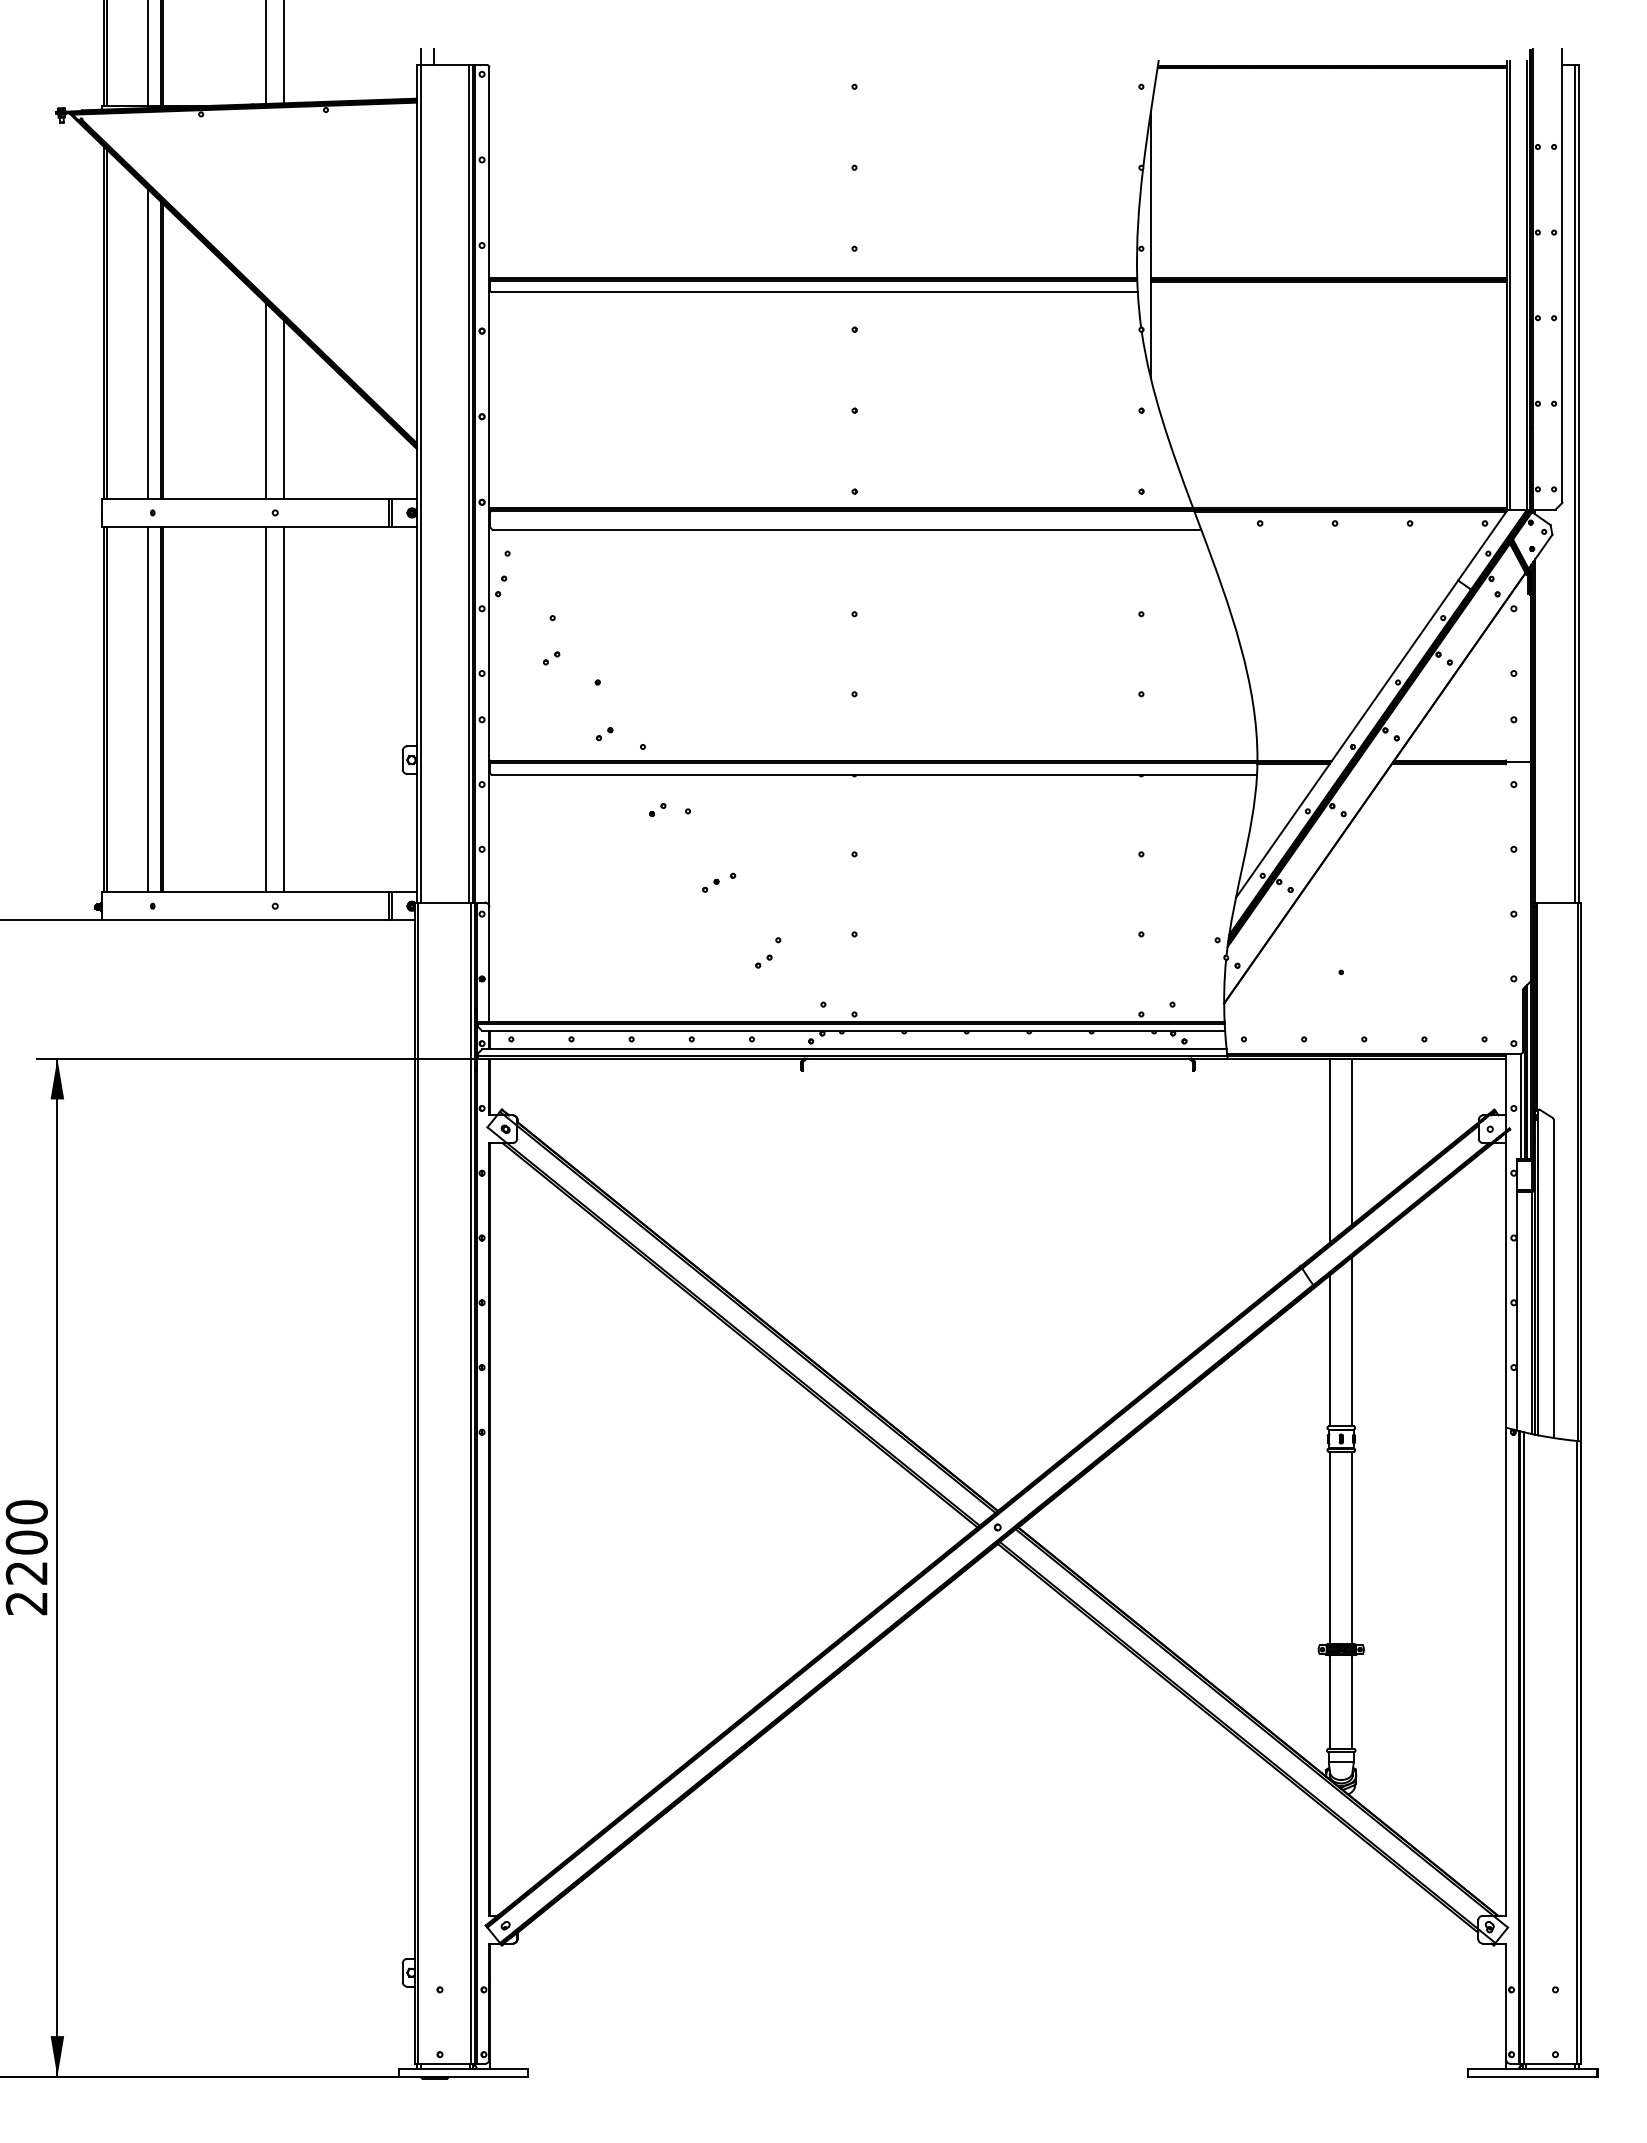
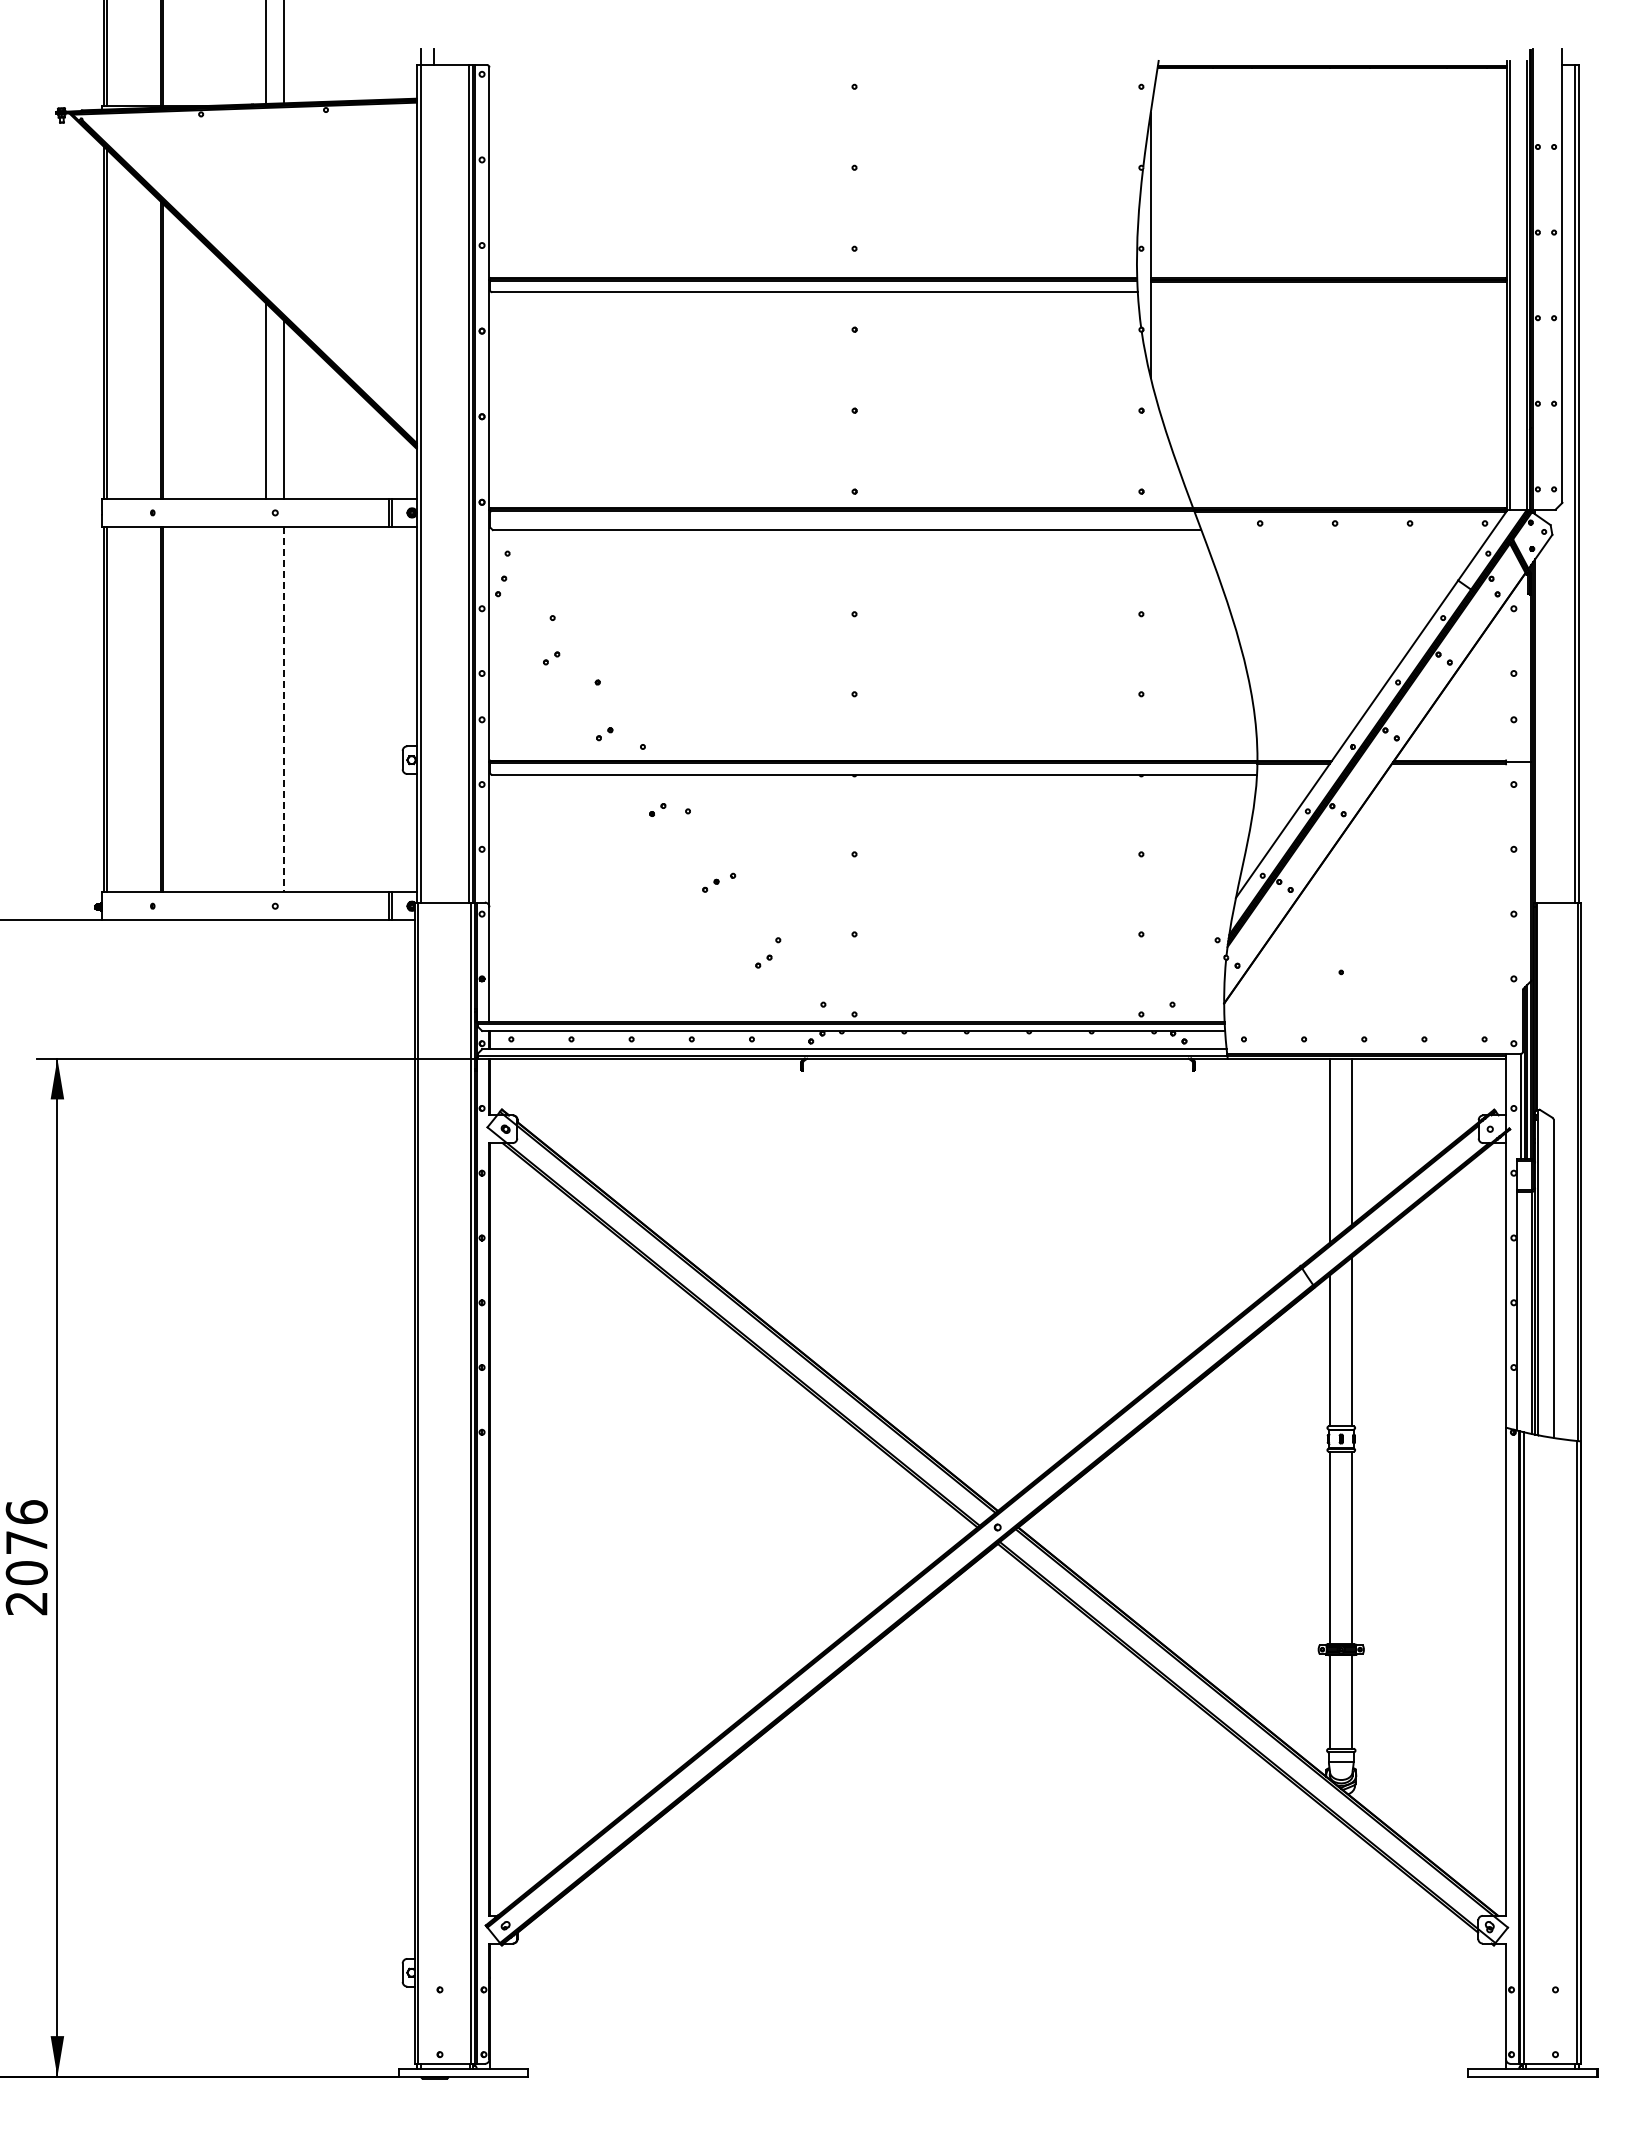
line at (147, 53): present -> none
line at (147, 344): present -> none
line at (147, 709): present -> none
line at (265, 709): present -> none
line at (284, 709): solid -> dashed
text at (26, 1542): 2200 -> 2076
